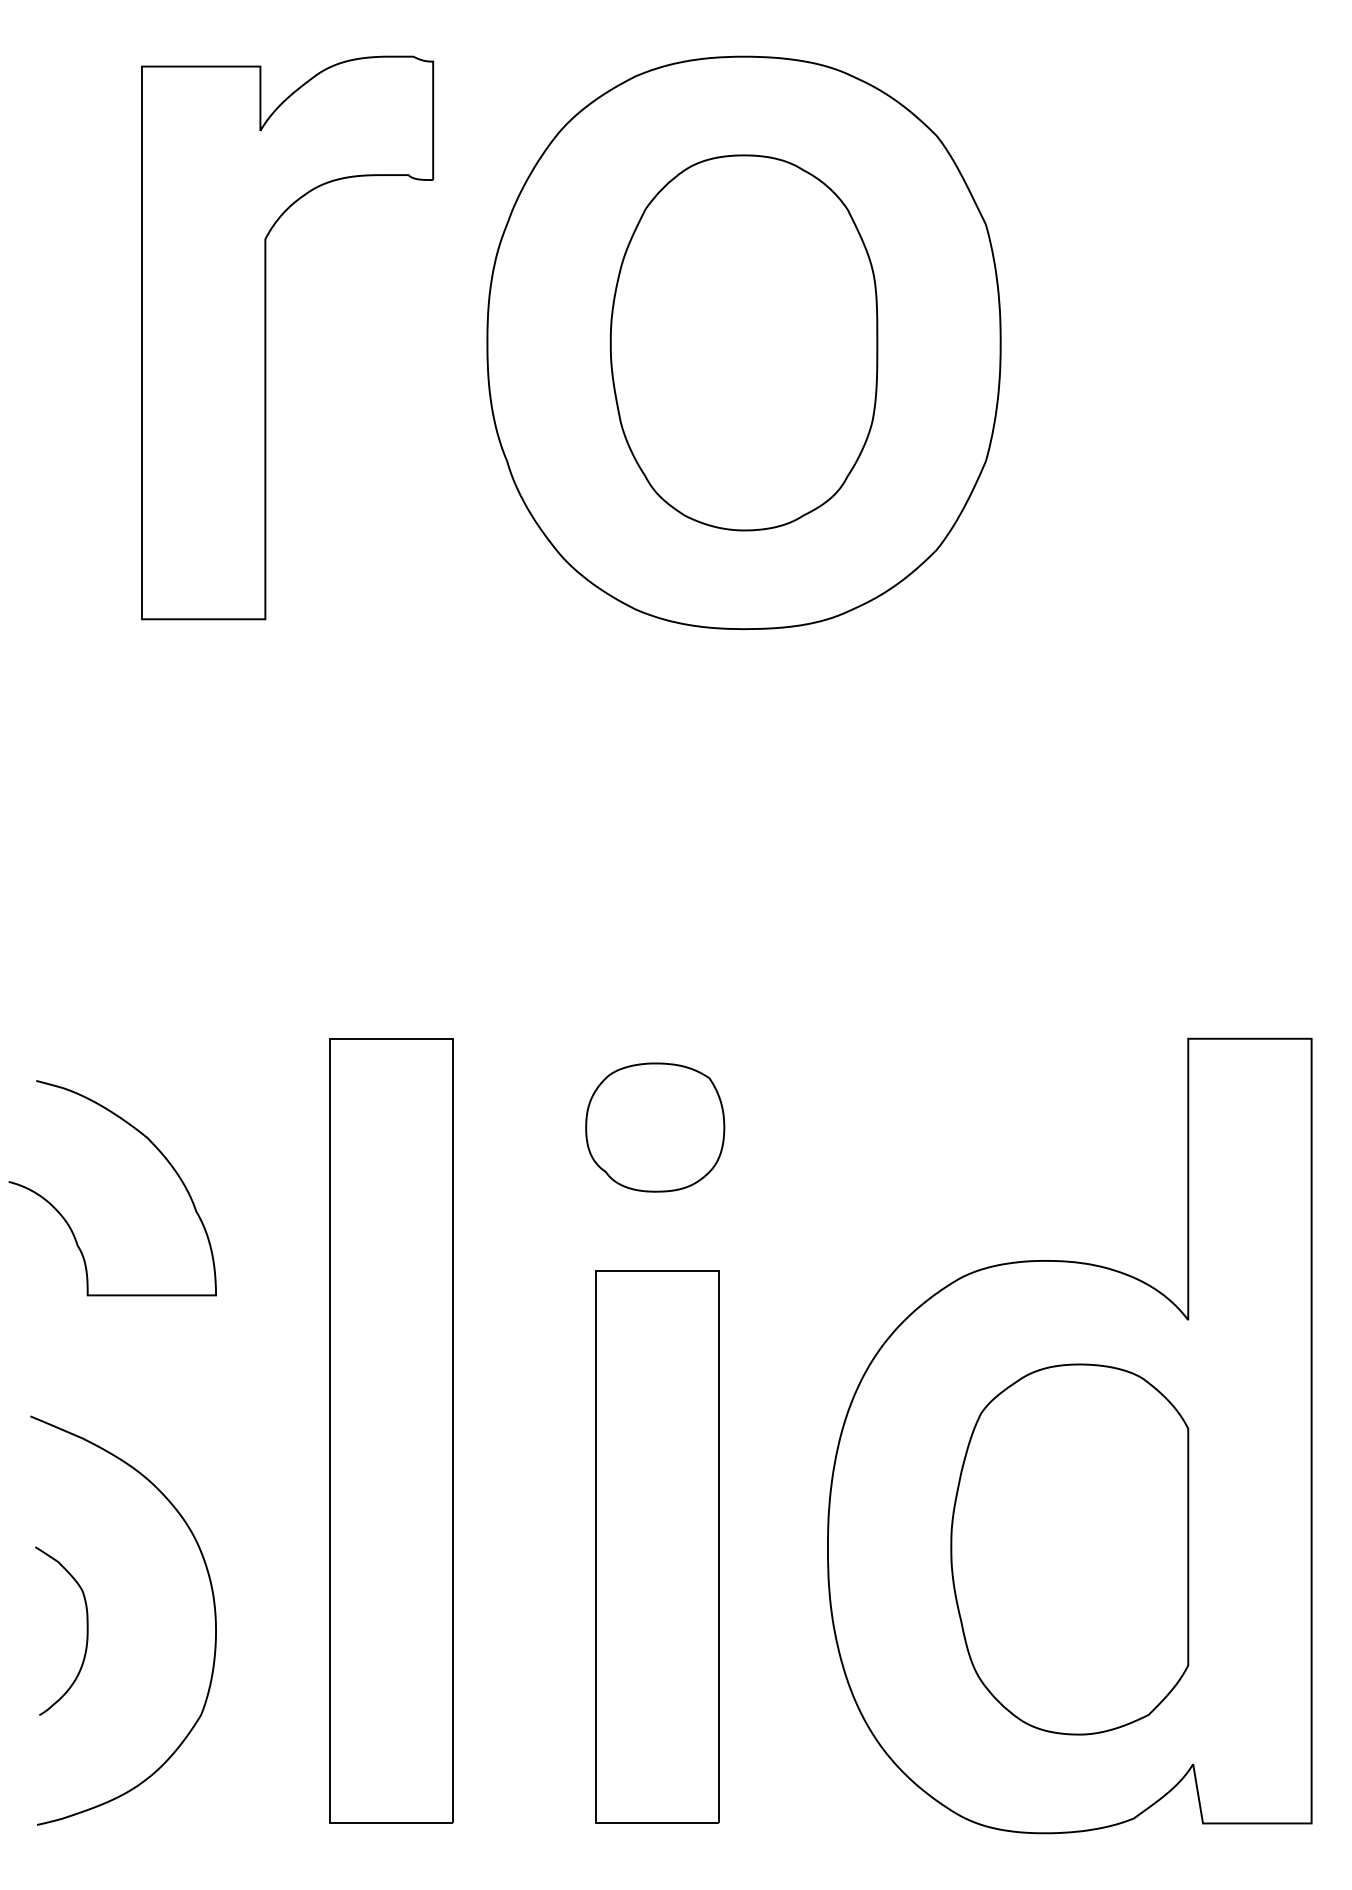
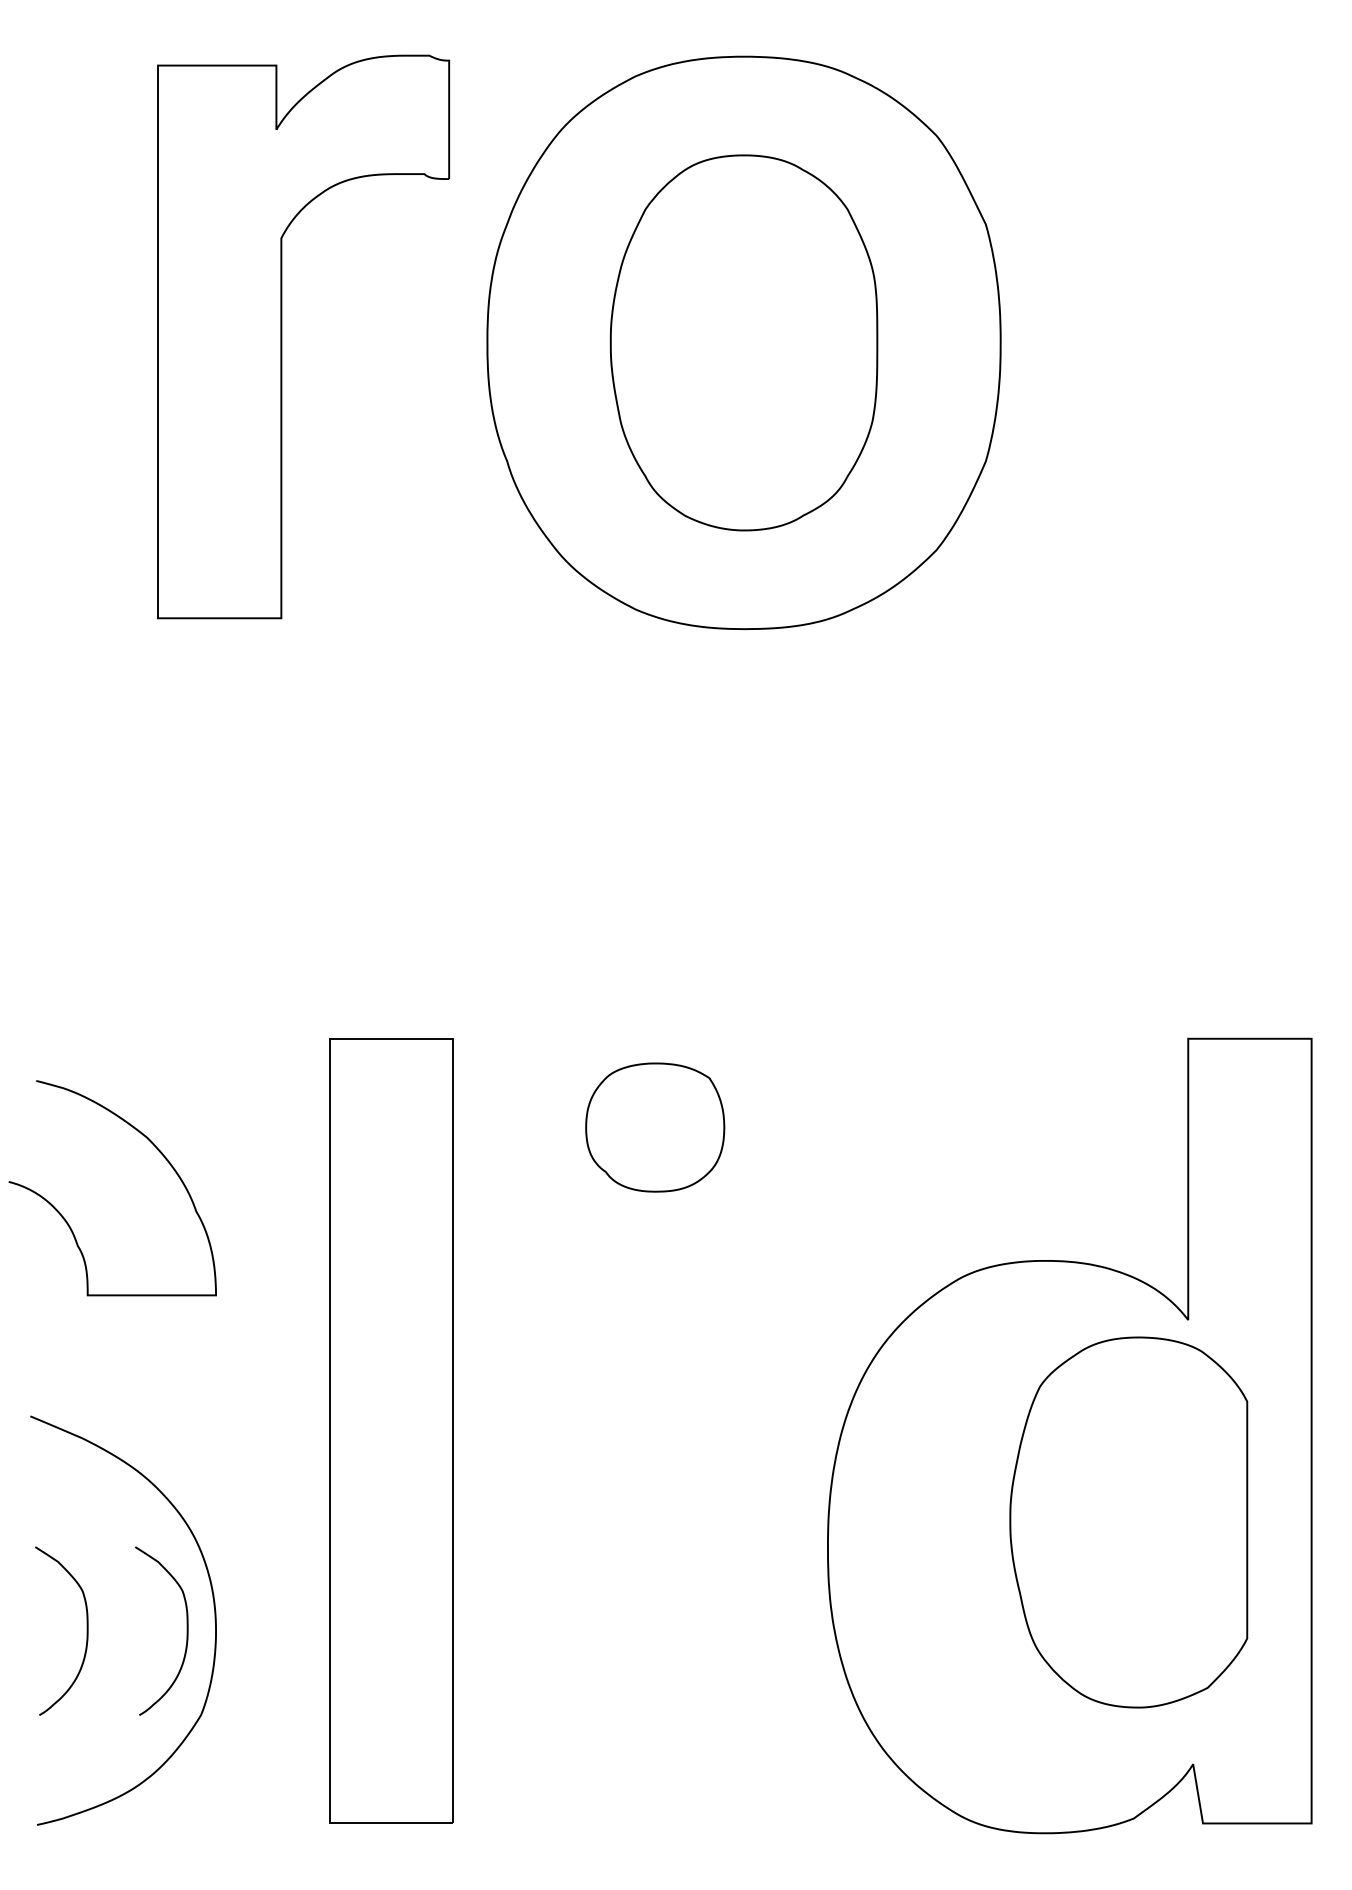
part at (266, 337) position: (266, 337) -> (282, 336)
part at (657, 1546): present -> none
part at (1069, 1549) position: (1069, 1549) -> (1128, 1522)
curve at (186, 1630): none -> present
